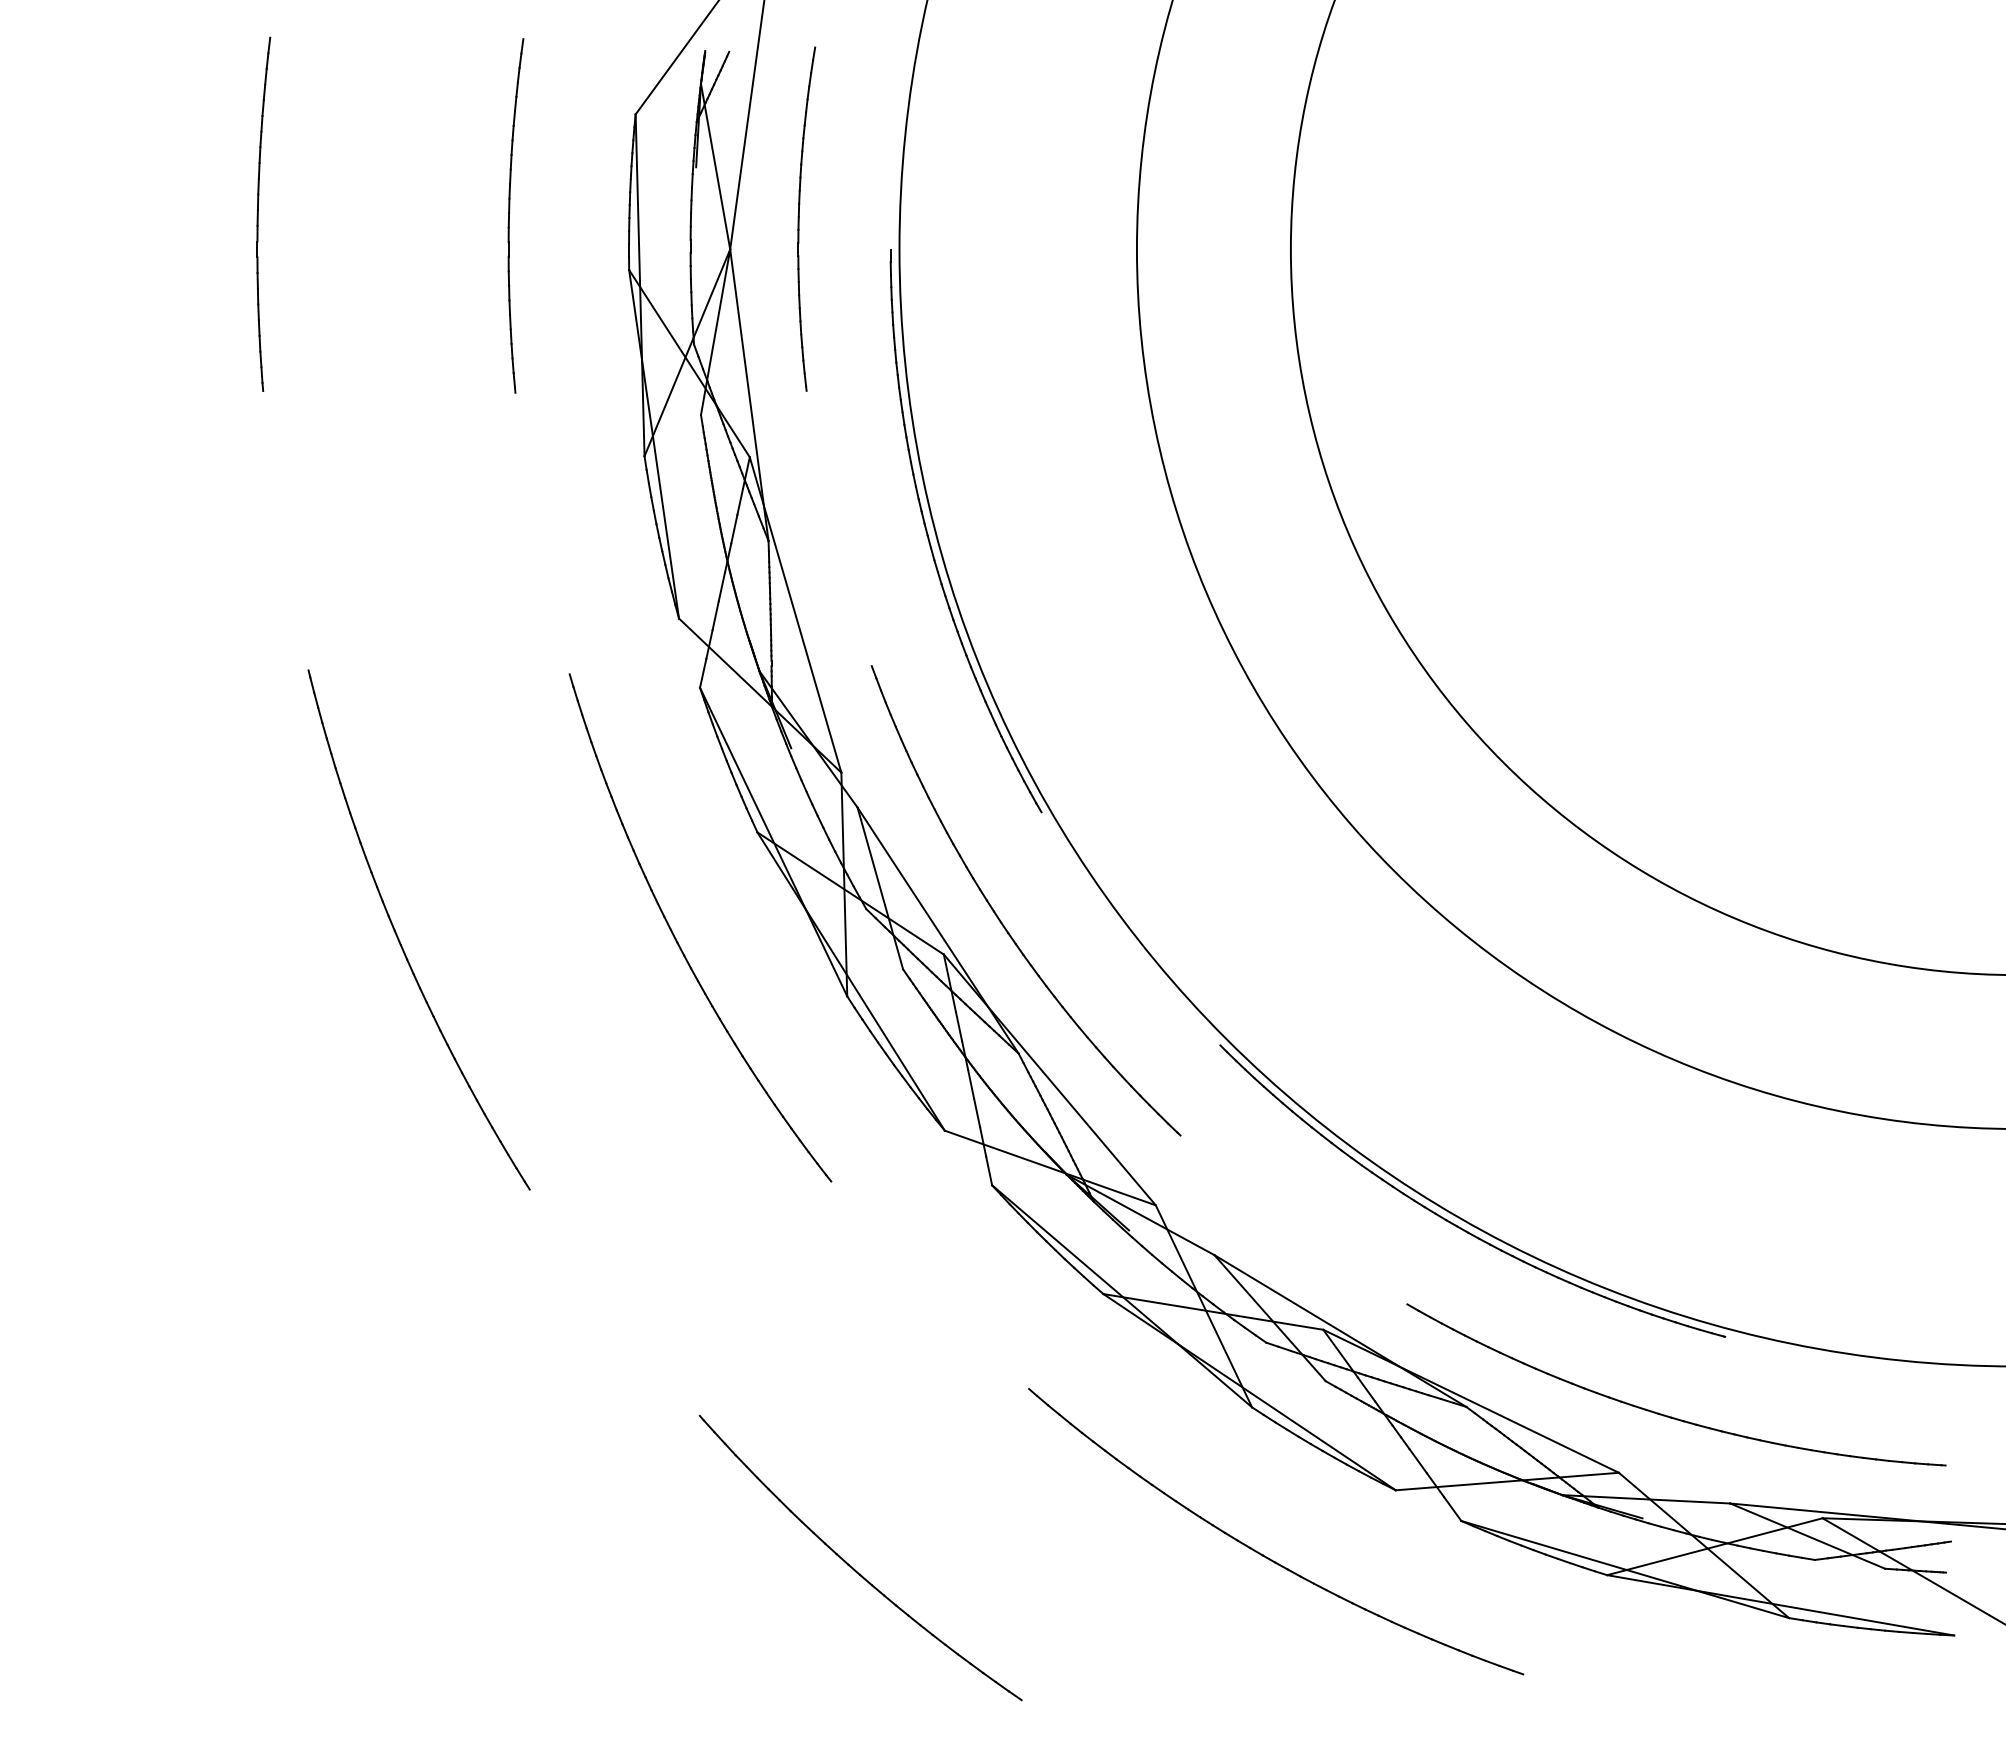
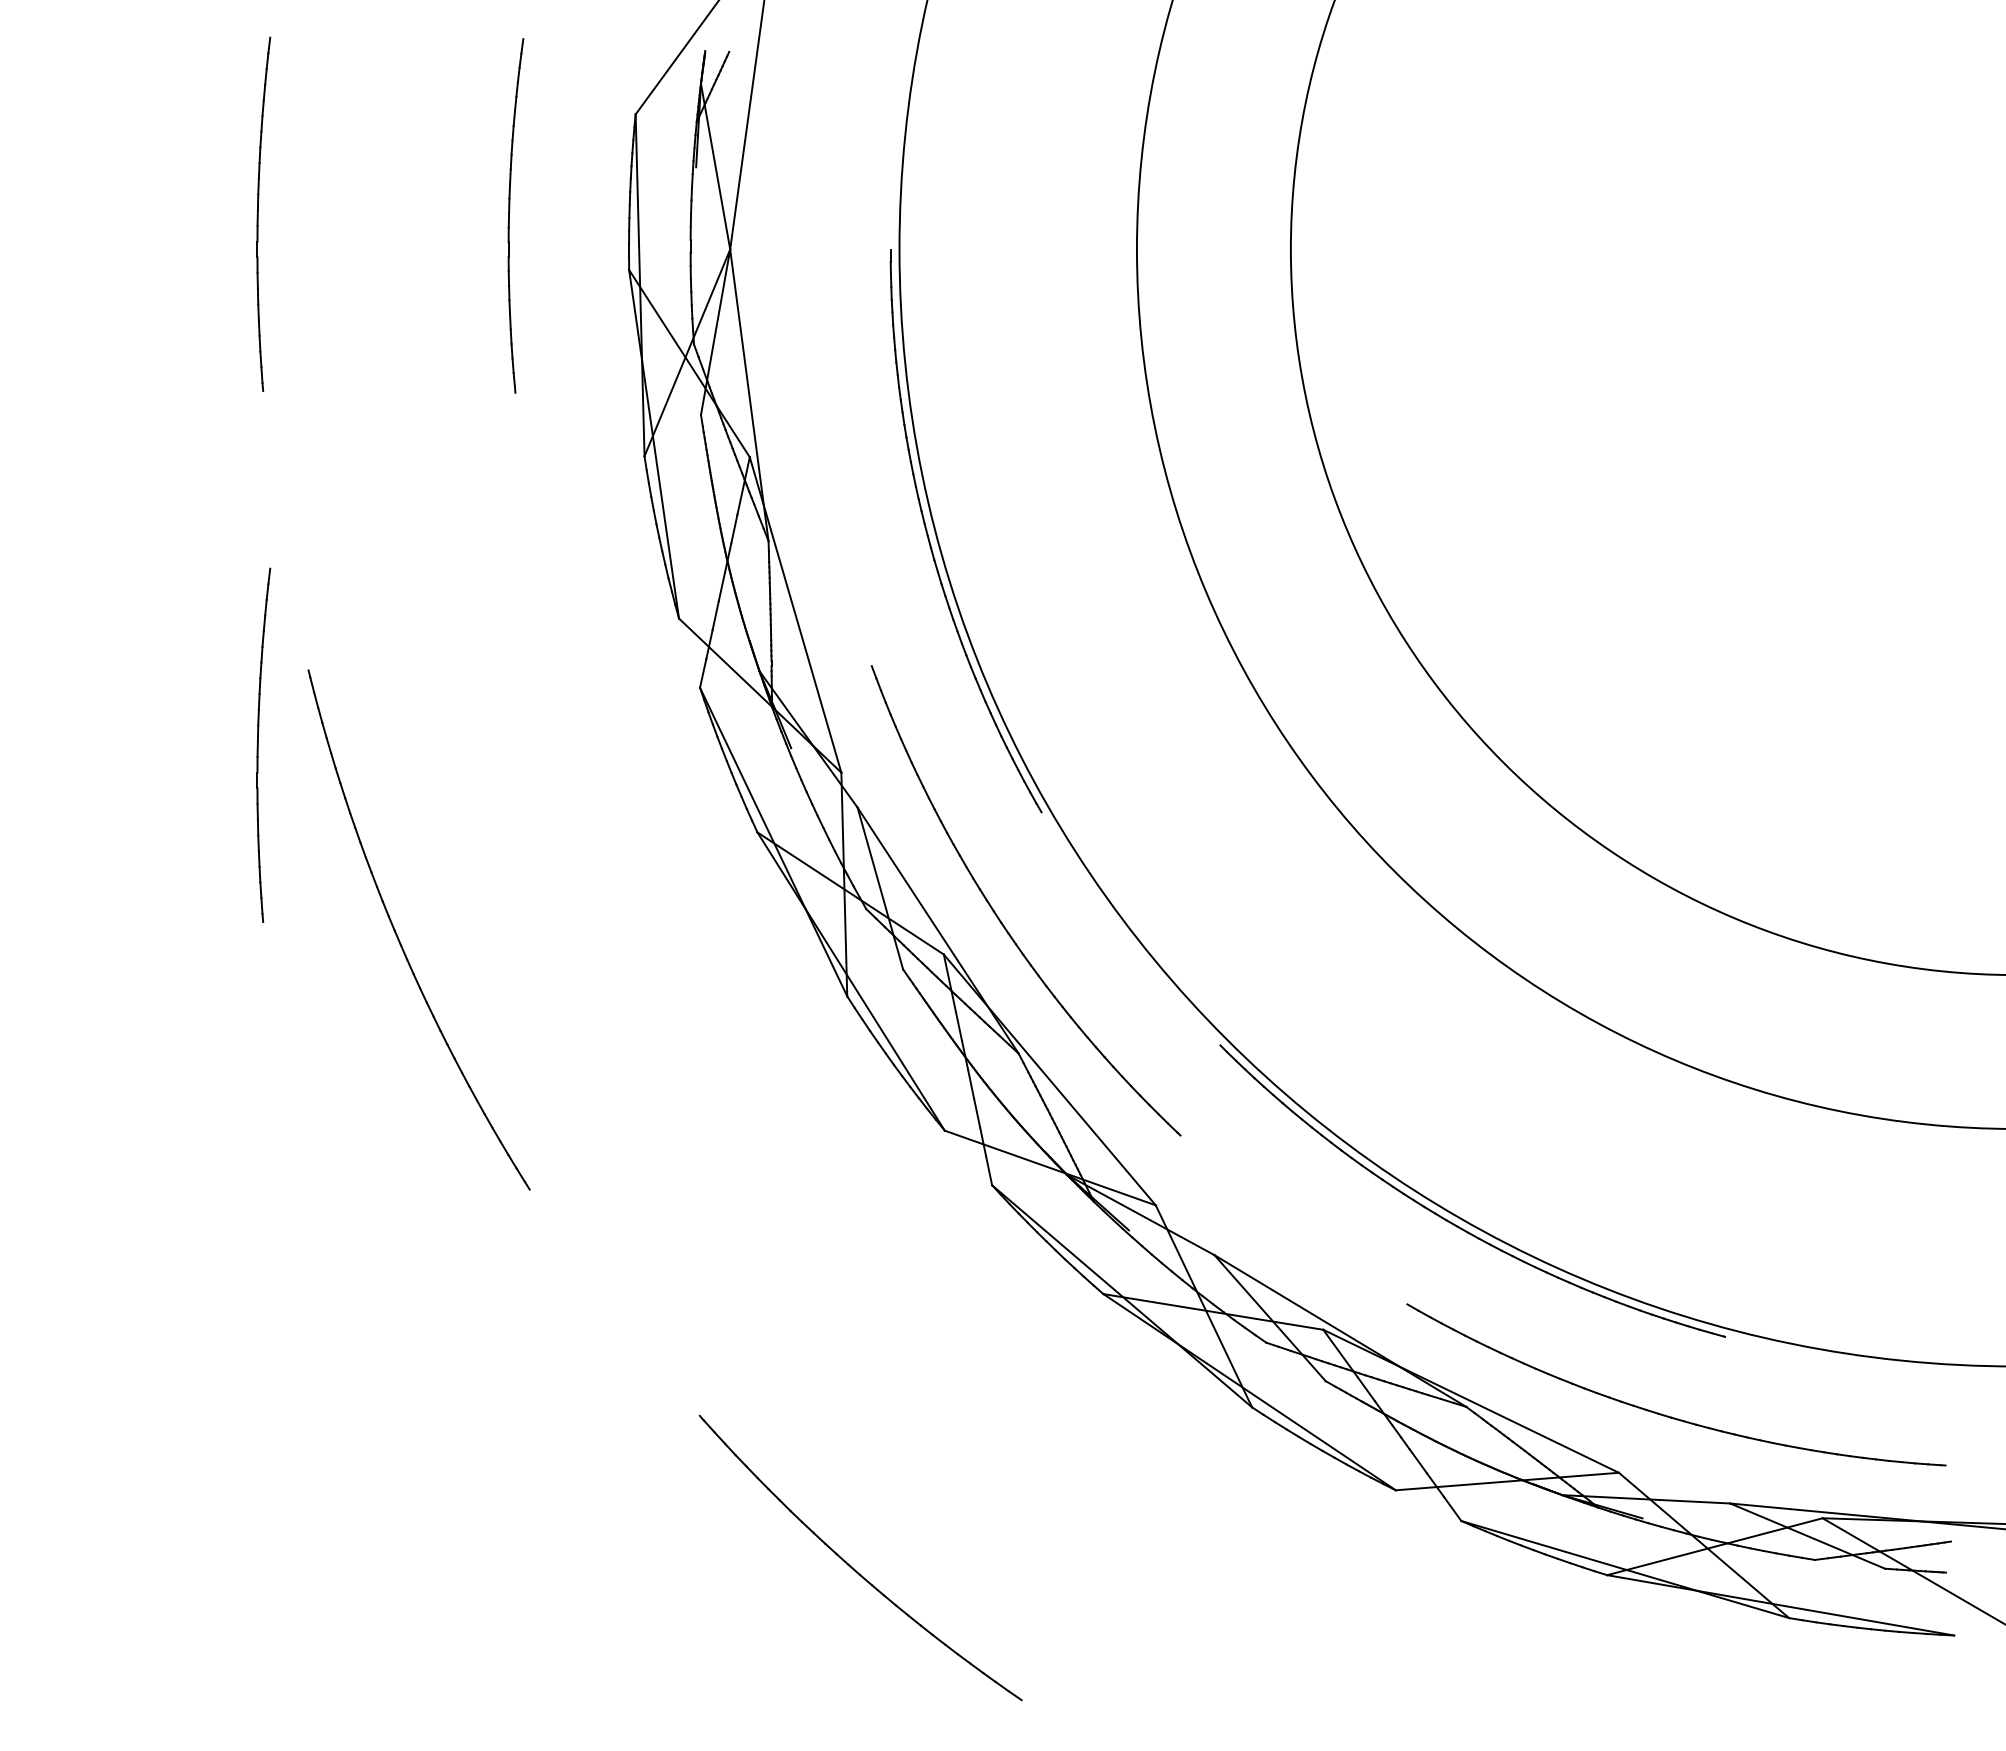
part at (799, 218): present -> none
part at (263, 744): none -> present
part at (676, 938): present -> none
part at (1265, 1555): present -> none
